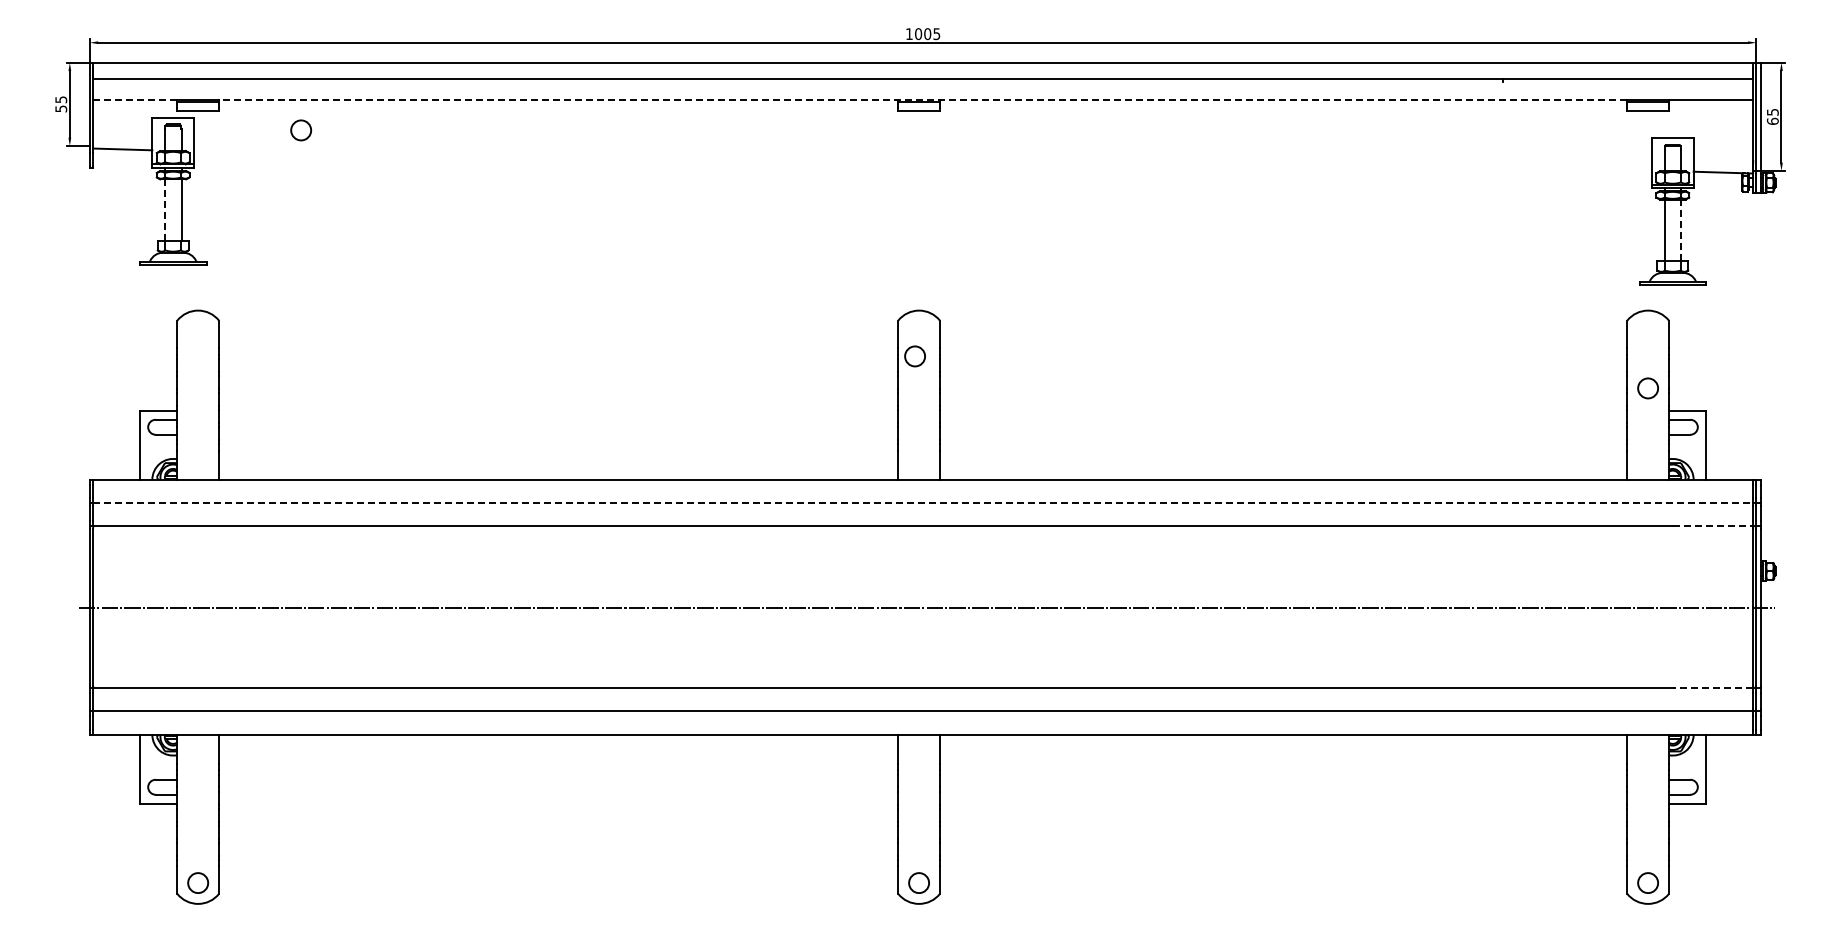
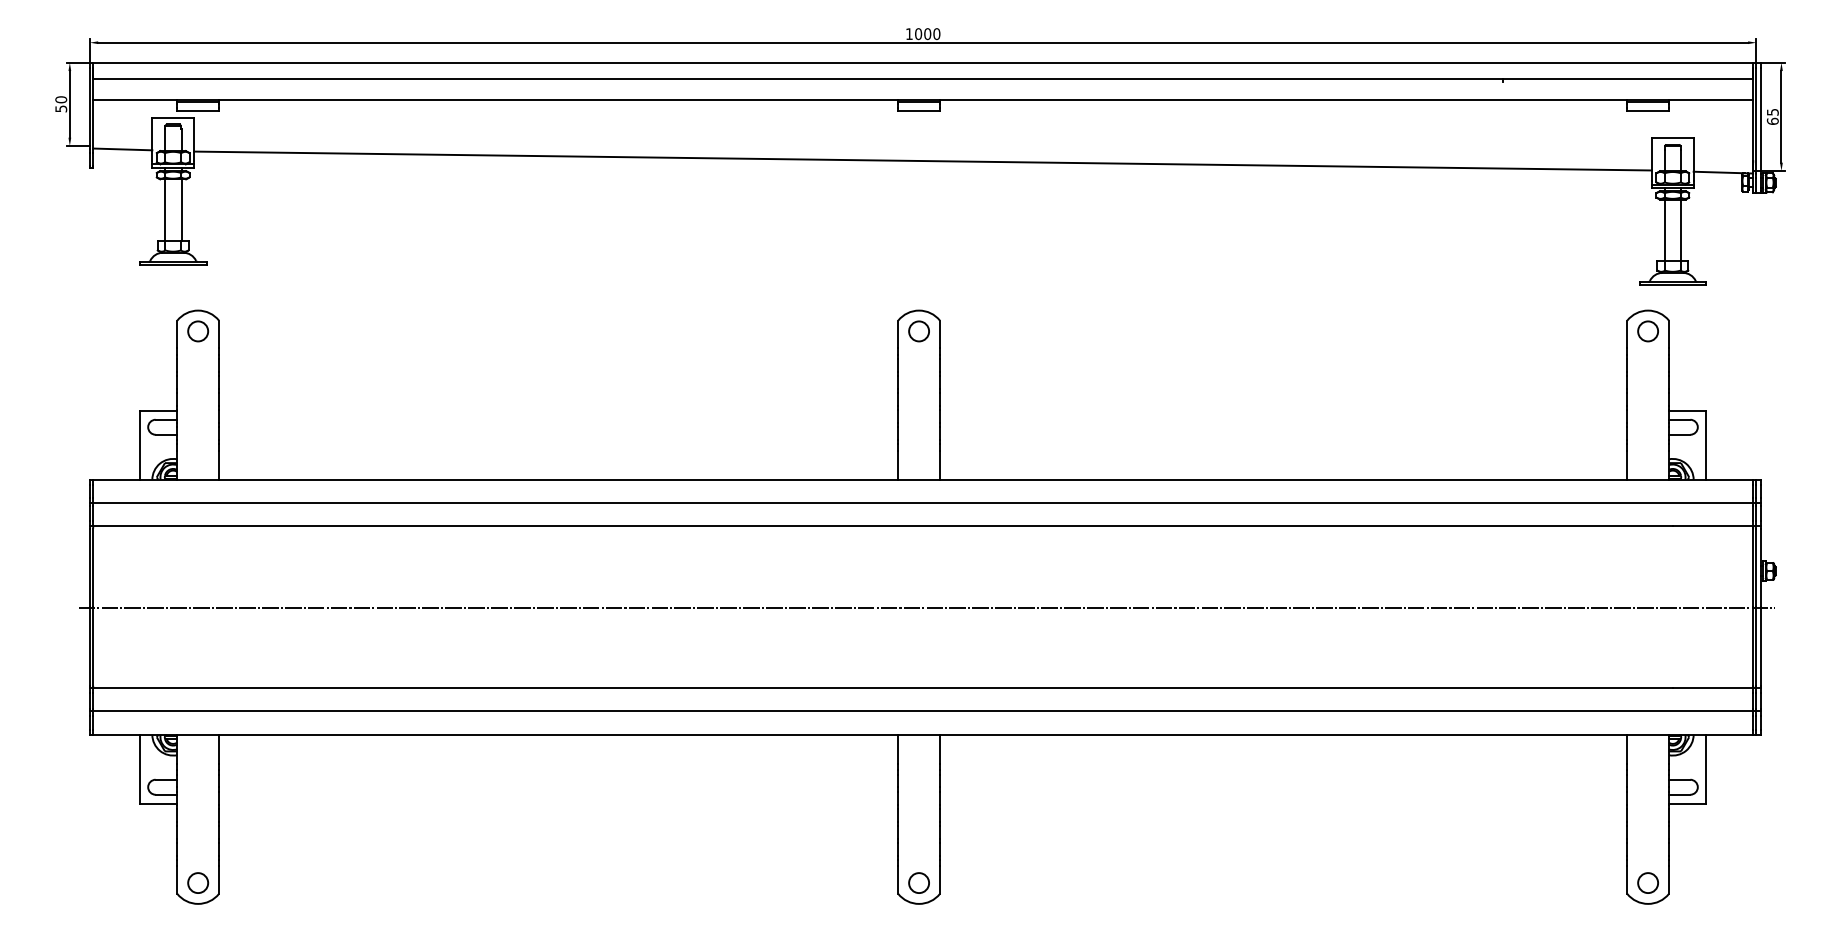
text at (936, 34): 1005 -> 1000
text at (61, 99): 55 -> 50
line at (134, 100): dashed -> solid
line at (922, 100): dashed -> solid
circle at (301, 130) position: (301, 130) -> (198, 331)
line at (923, 160): none -> present
line at (164, 210): dashed -> solid
line at (1681, 230): dashed -> solid
circle at (914, 356) position: (914, 356) -> (918, 331)
circle at (1647, 388) position: (1647, 388) -> (1647, 331)
line at (923, 503): dashed -> solid
line at (1713, 526): dashed -> solid
line at (1713, 688): dashed -> solid
